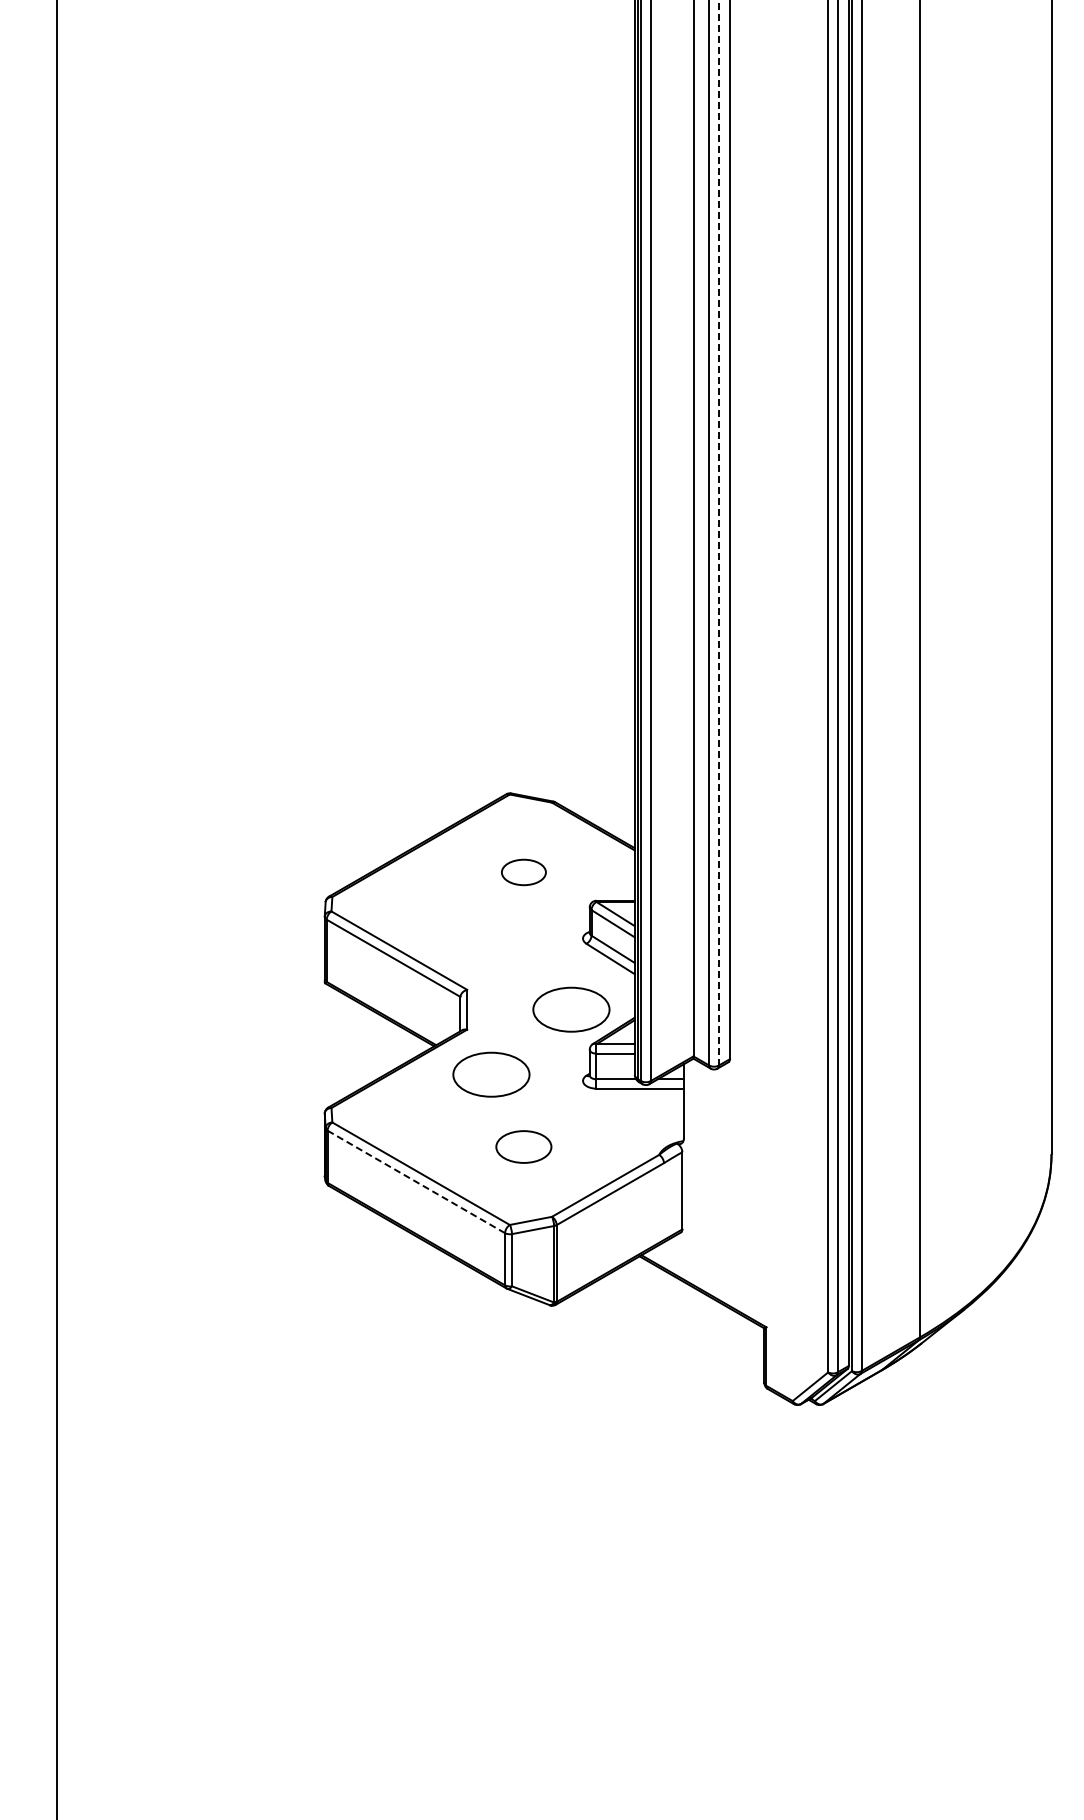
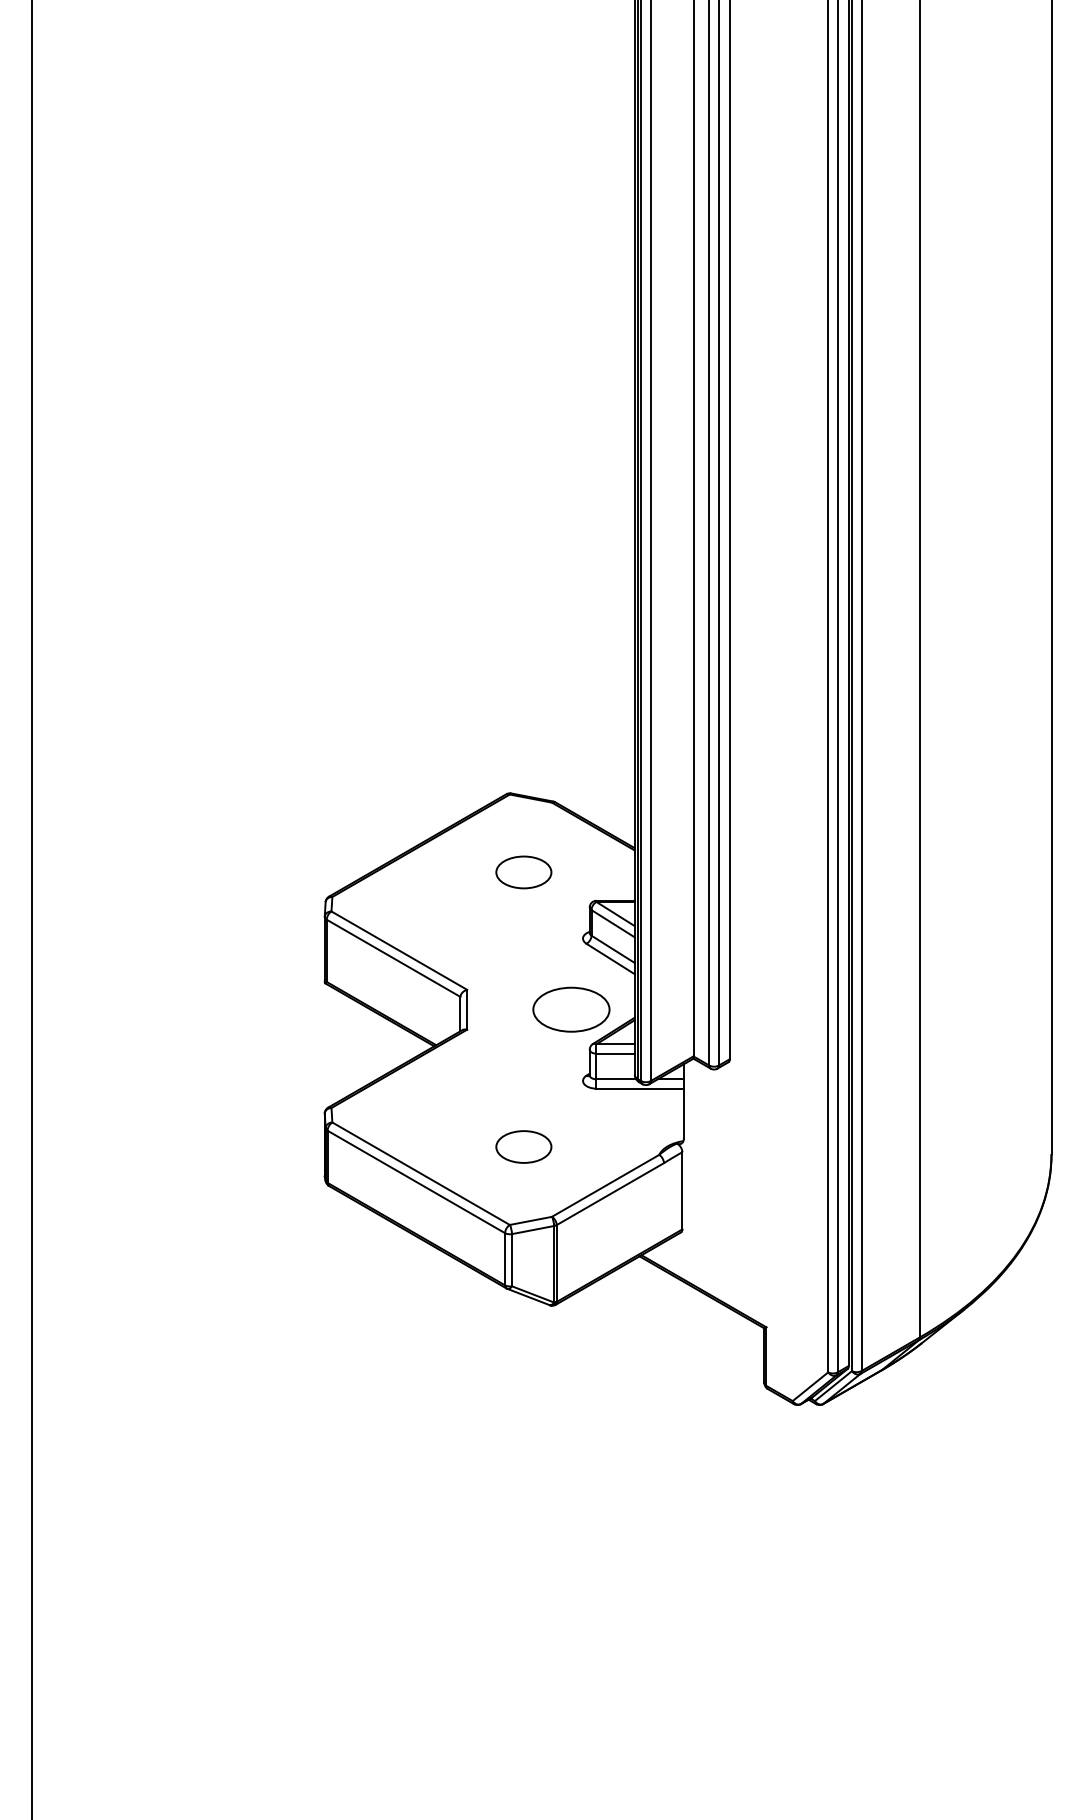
line at (718, 532): dashed -> solid
part at (523, 872) size: 46x29 px -> 58x35 px
line at (57, 909) position: (57, 909) -> (32, 909)
part at (491, 1074): present -> none
line at (416, 1182): dashed -> solid
